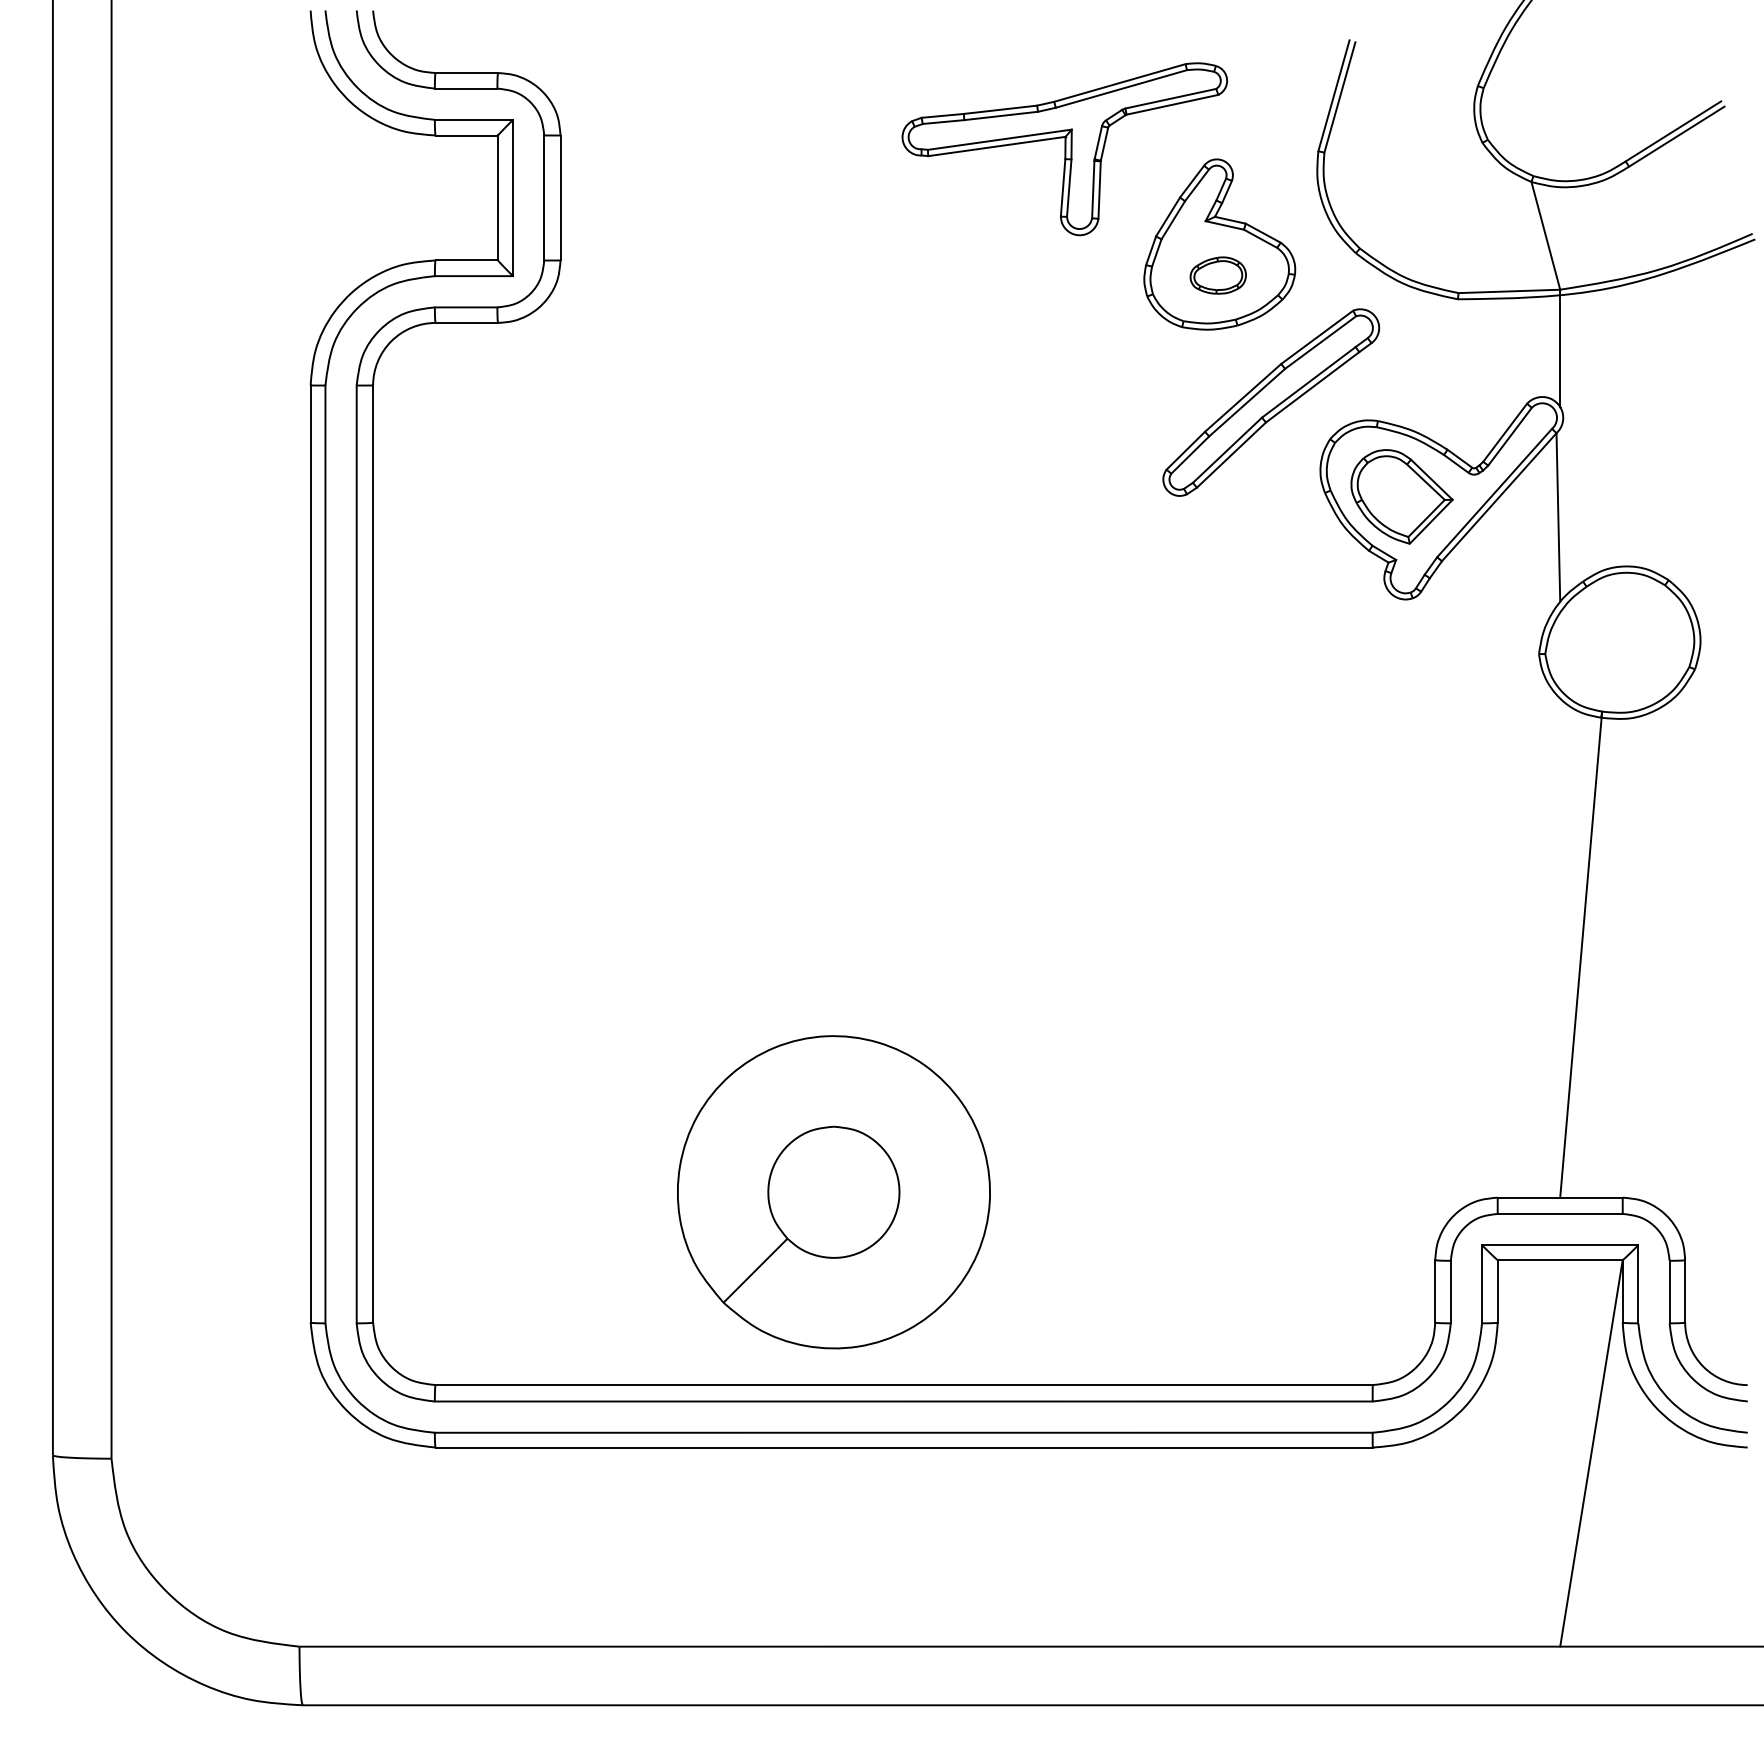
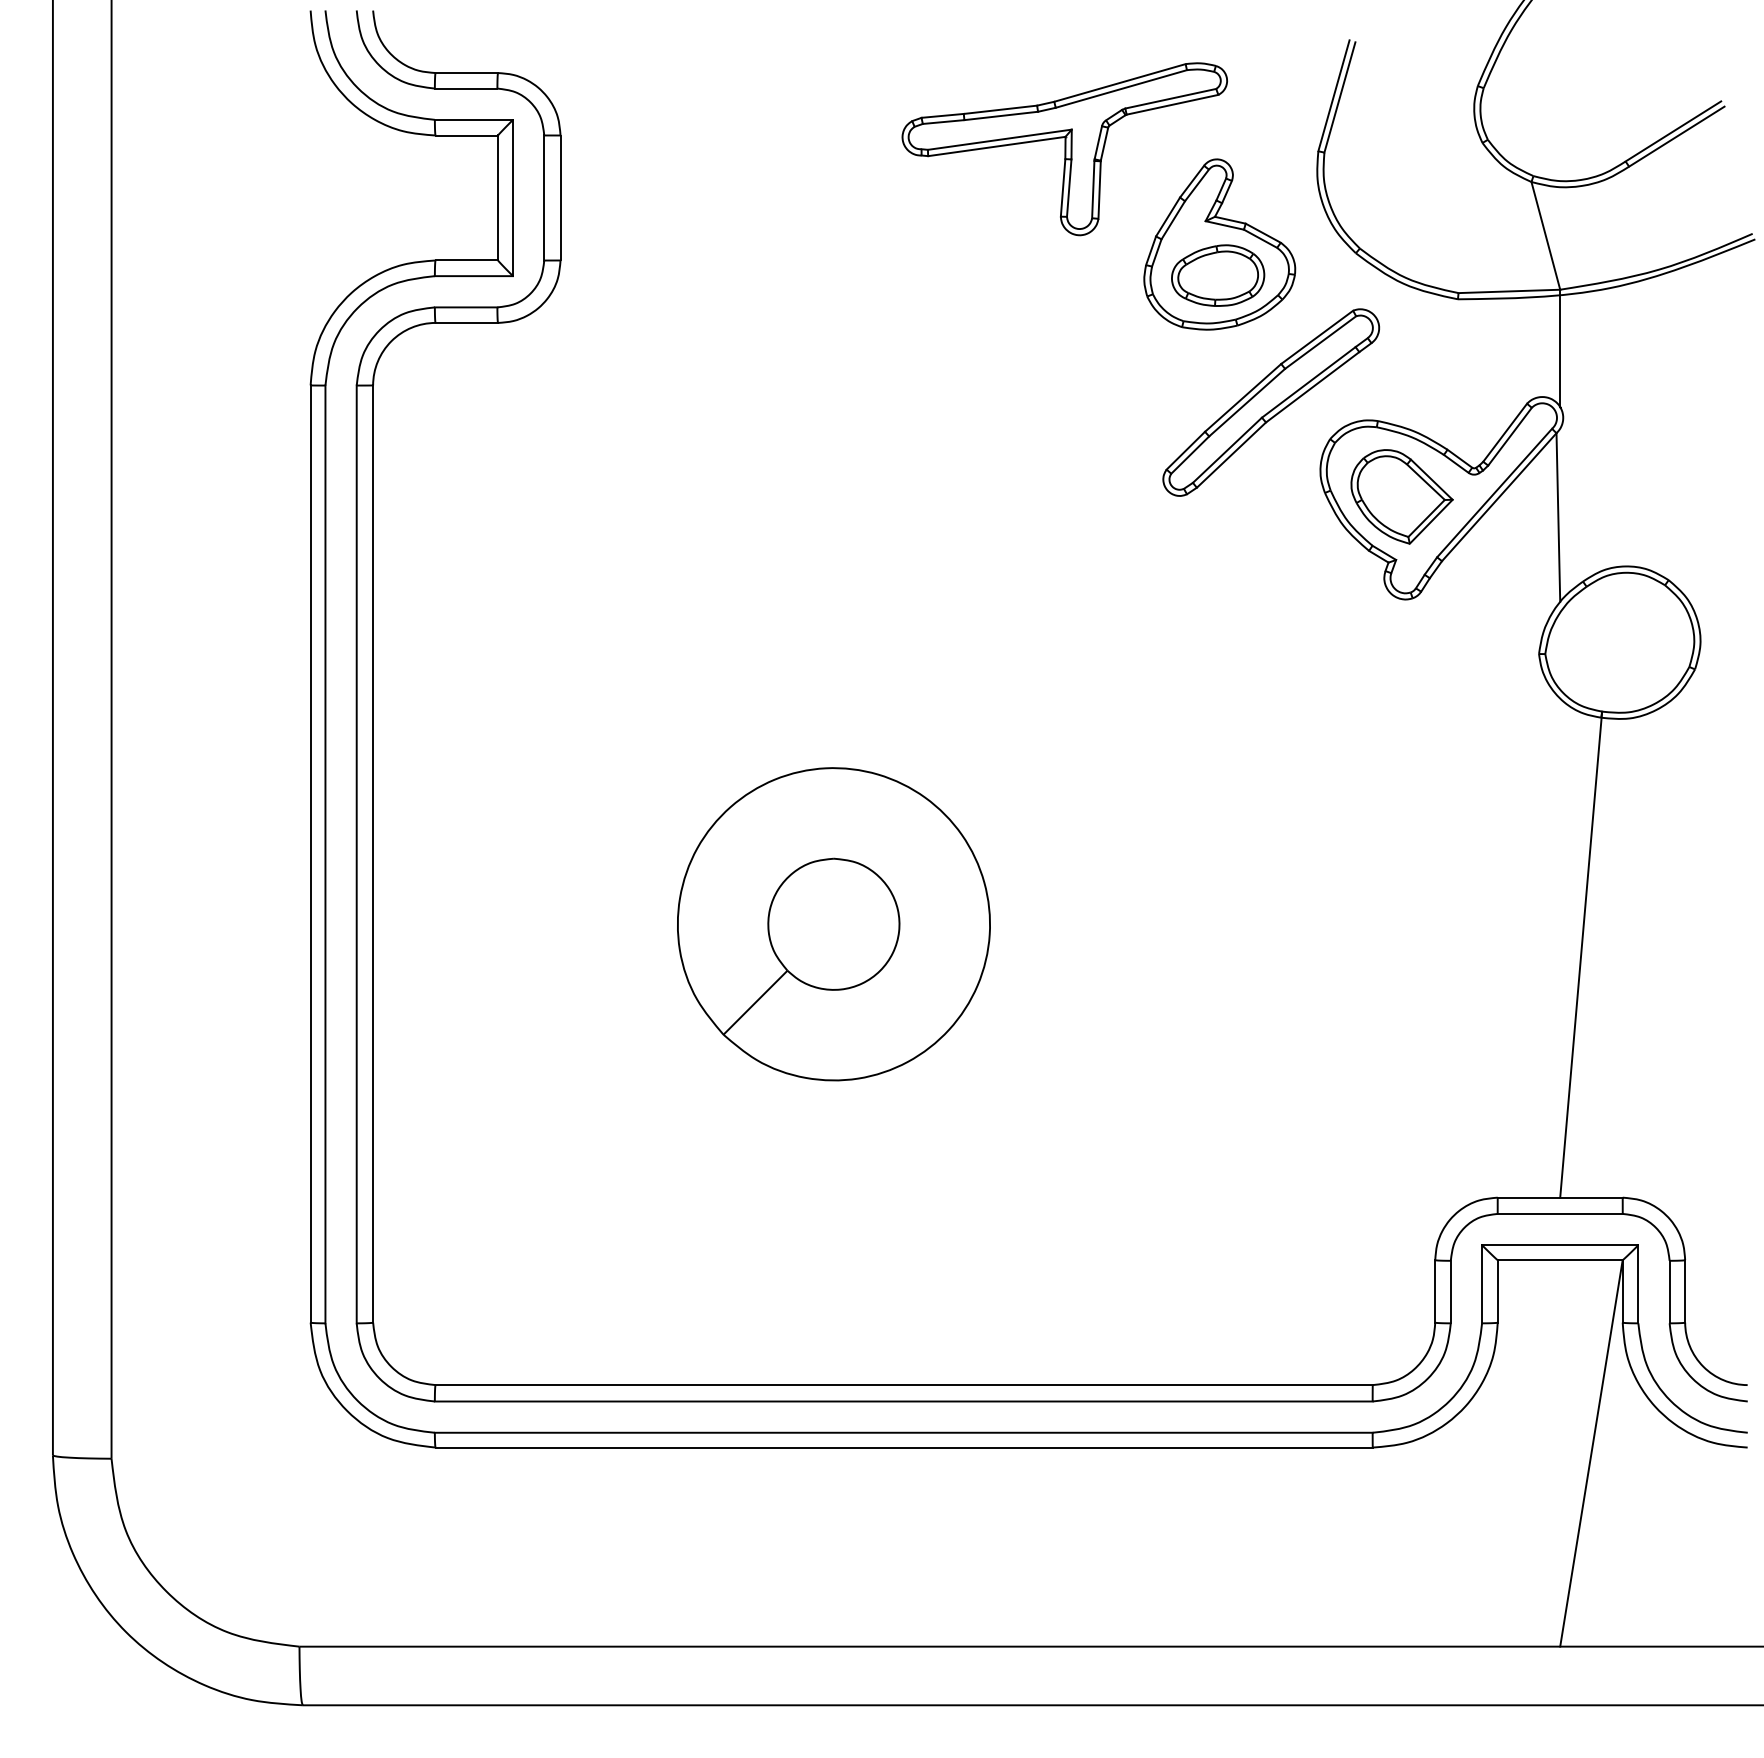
part at (1217, 275) size: 58x39 px -> 95x63 px
part at (833, 1192) position: (833, 1192) -> (833, 924)
